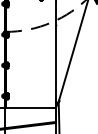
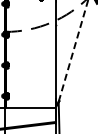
line at (73, 51): solid -> dashed
